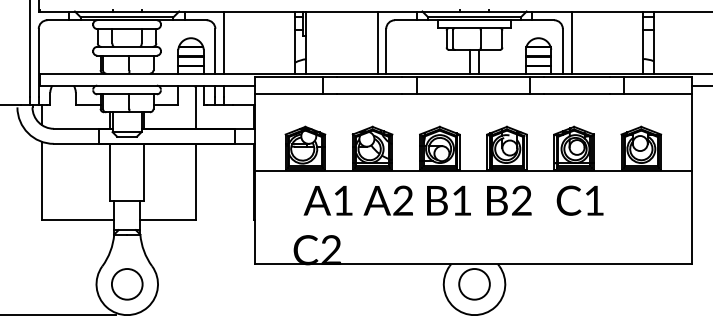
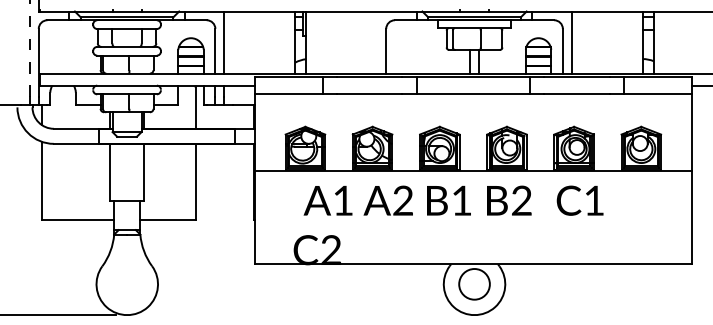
line at (377, 42): present -> none
line at (30, 48): solid -> dashed
circle at (127, 284): present -> none
